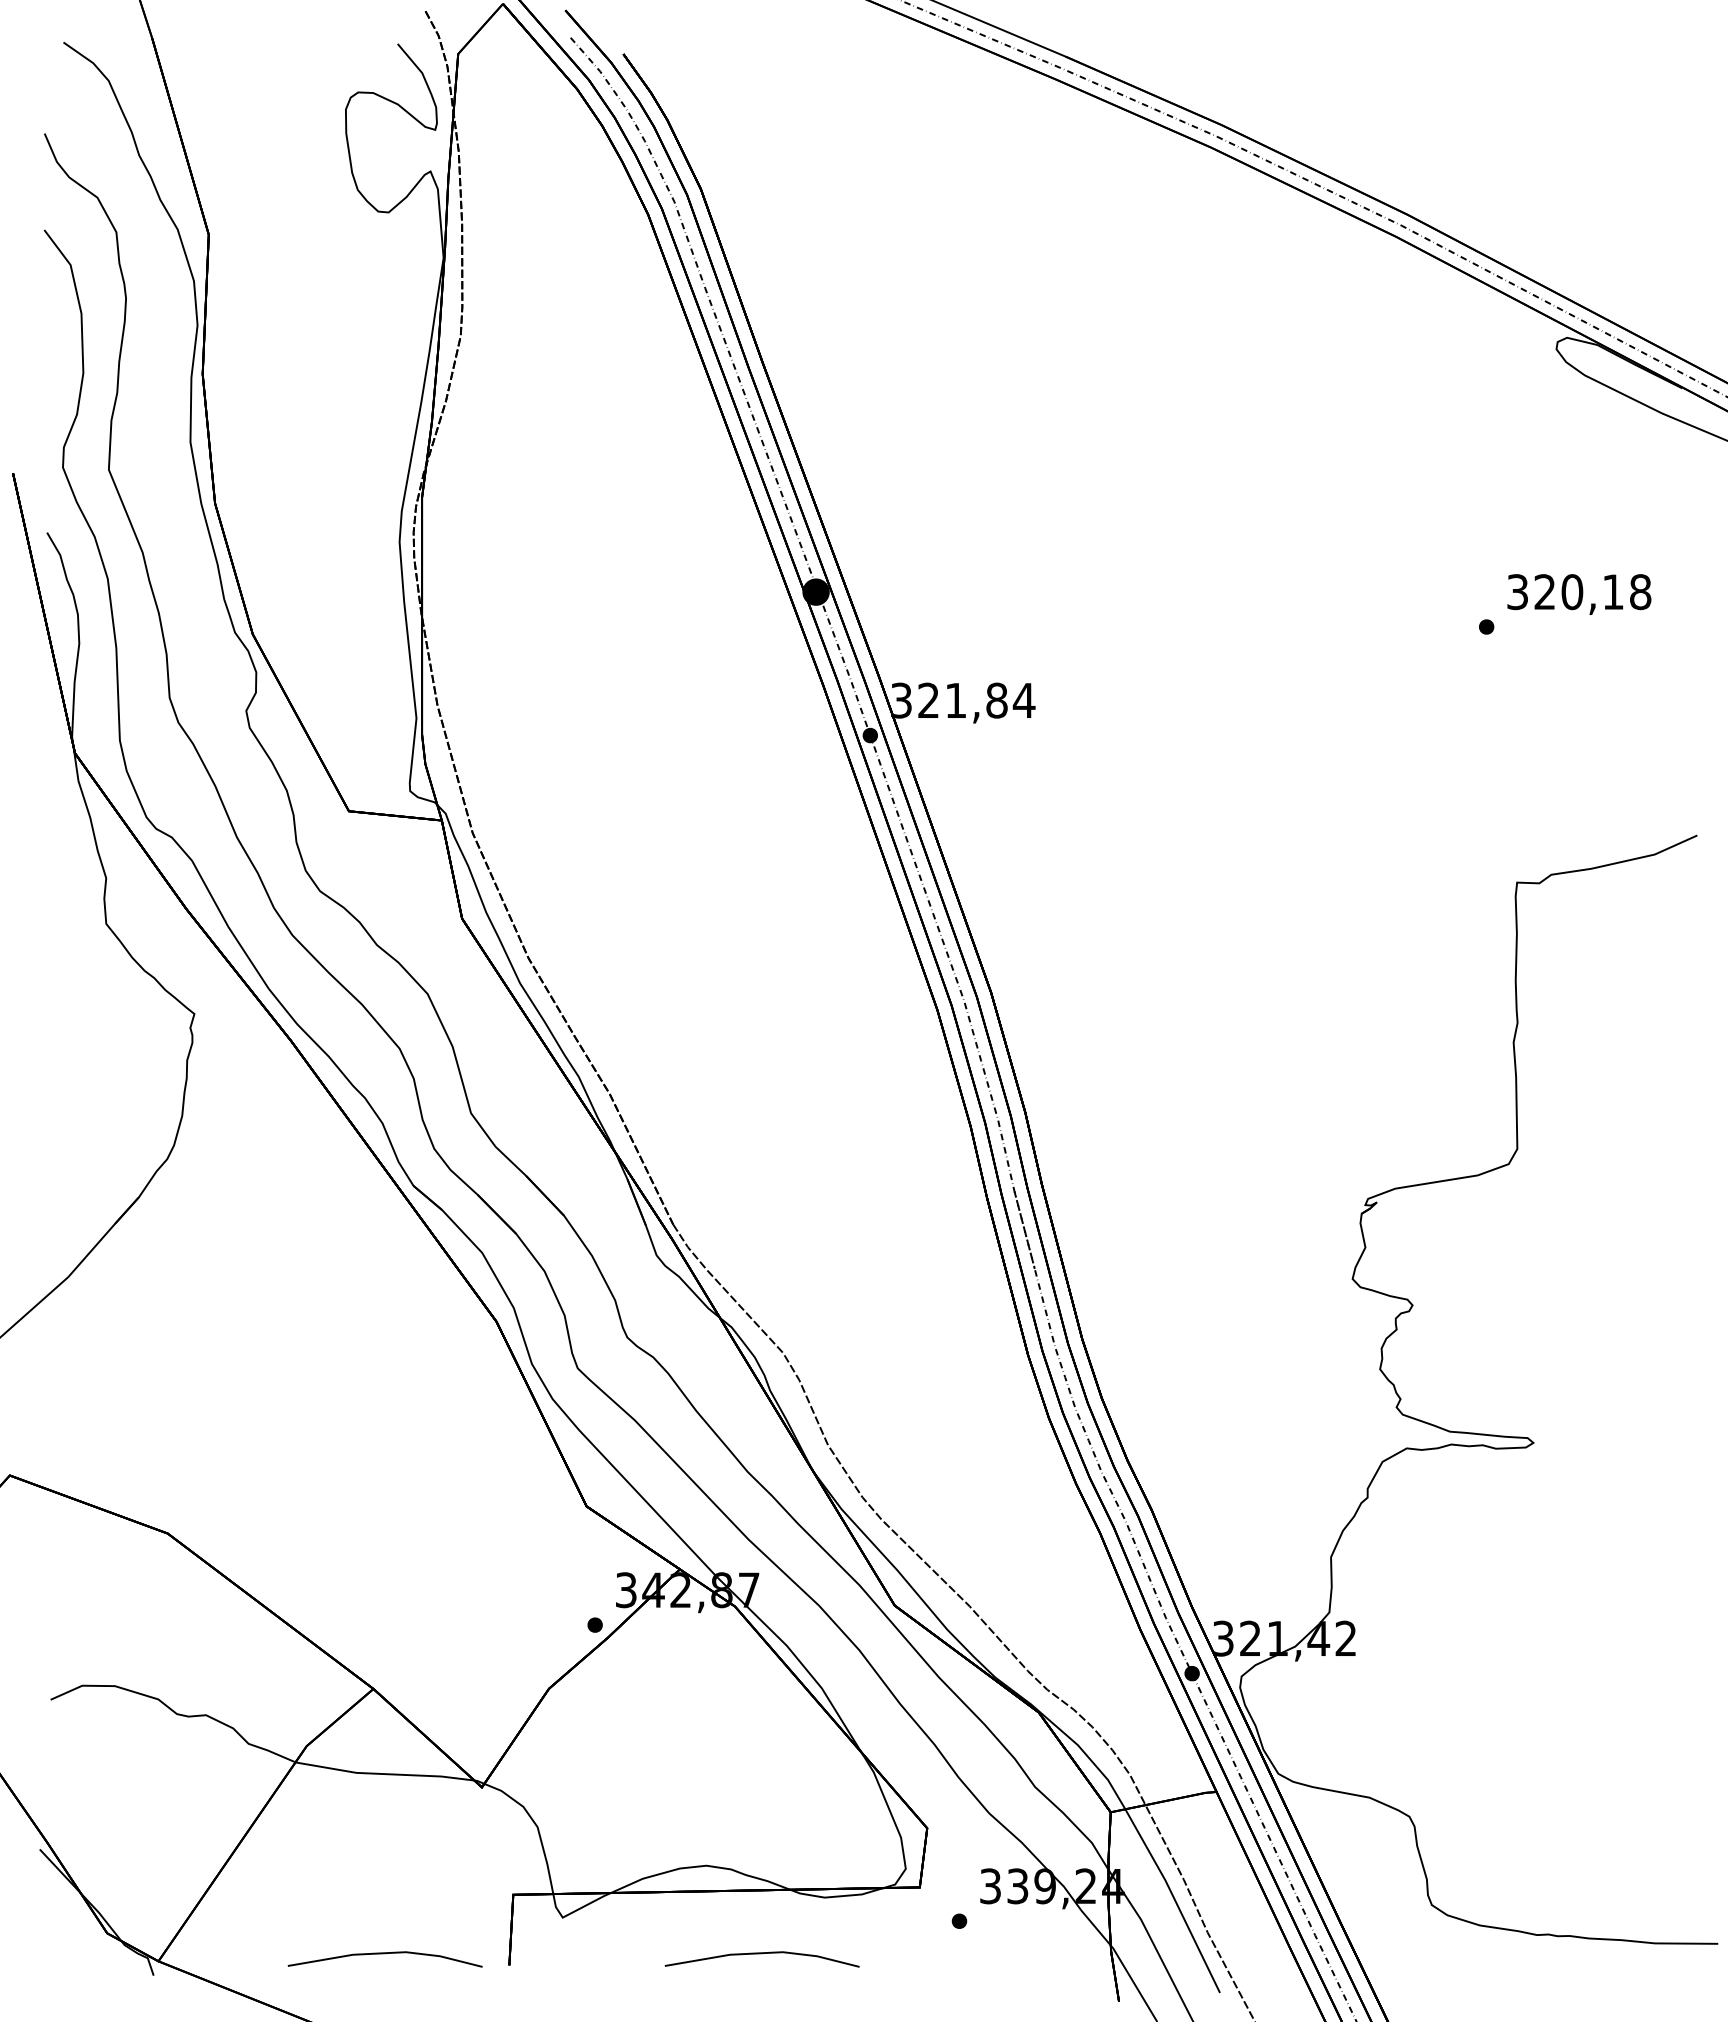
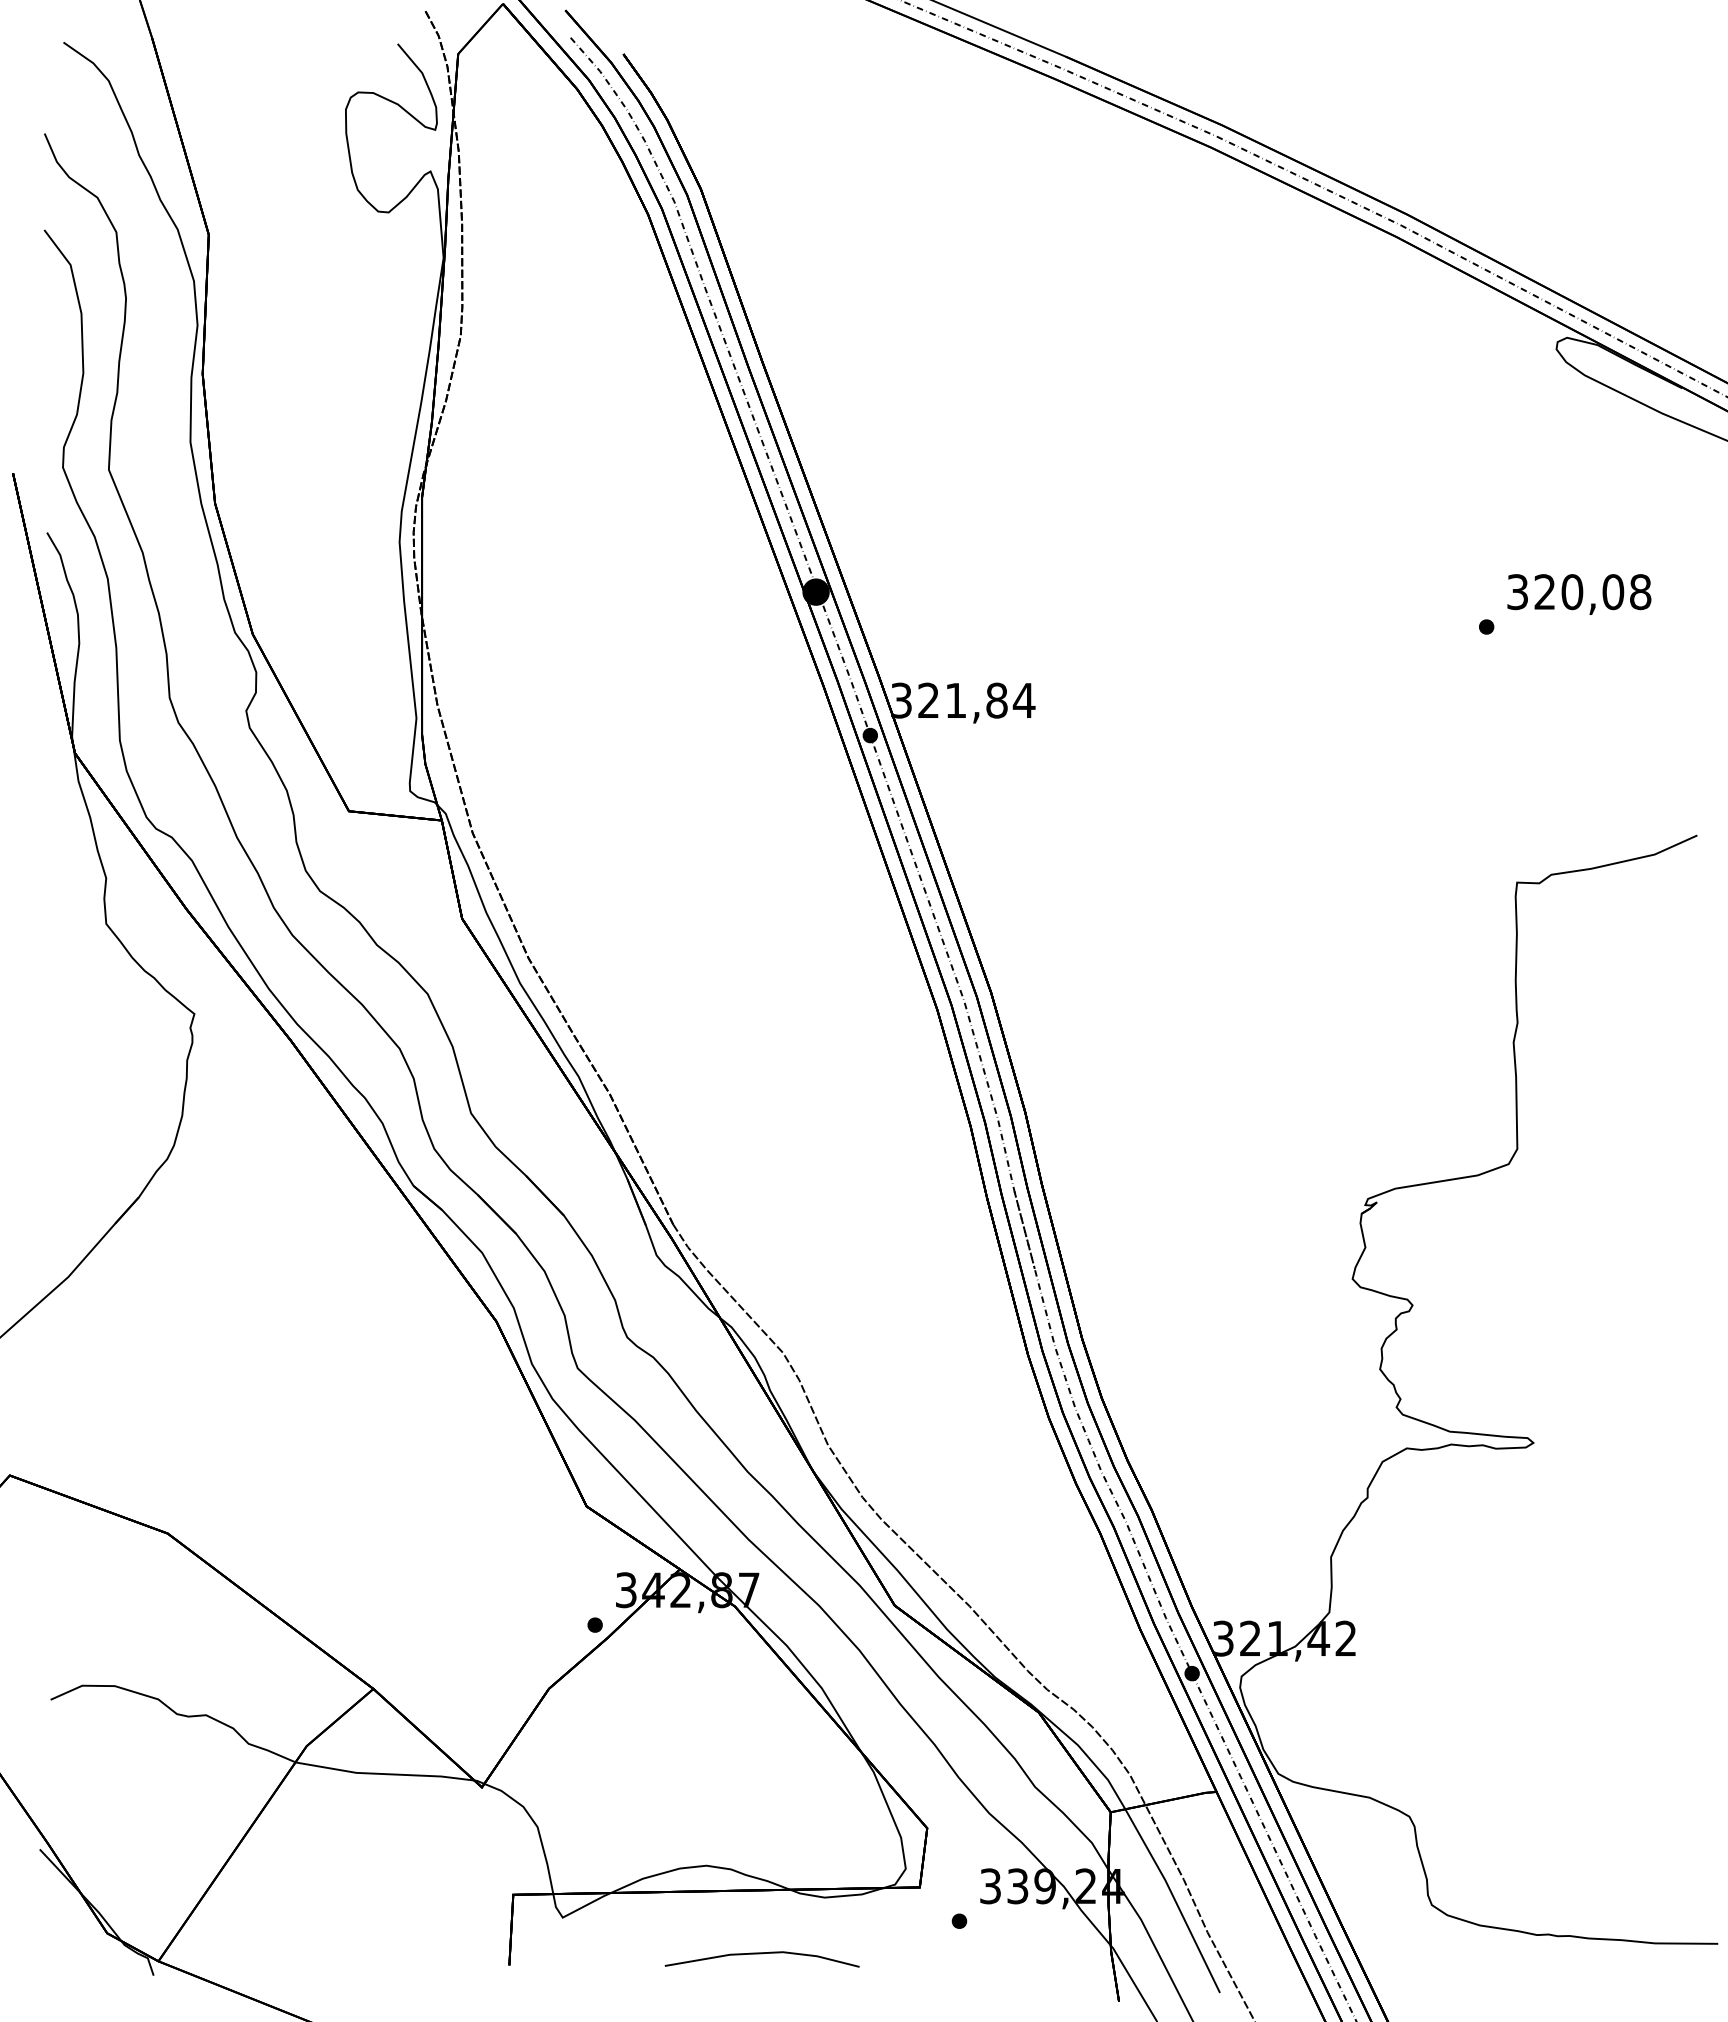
text at (1613, 592): 320,18 -> 320,08
line at (384, 1954): present -> none
